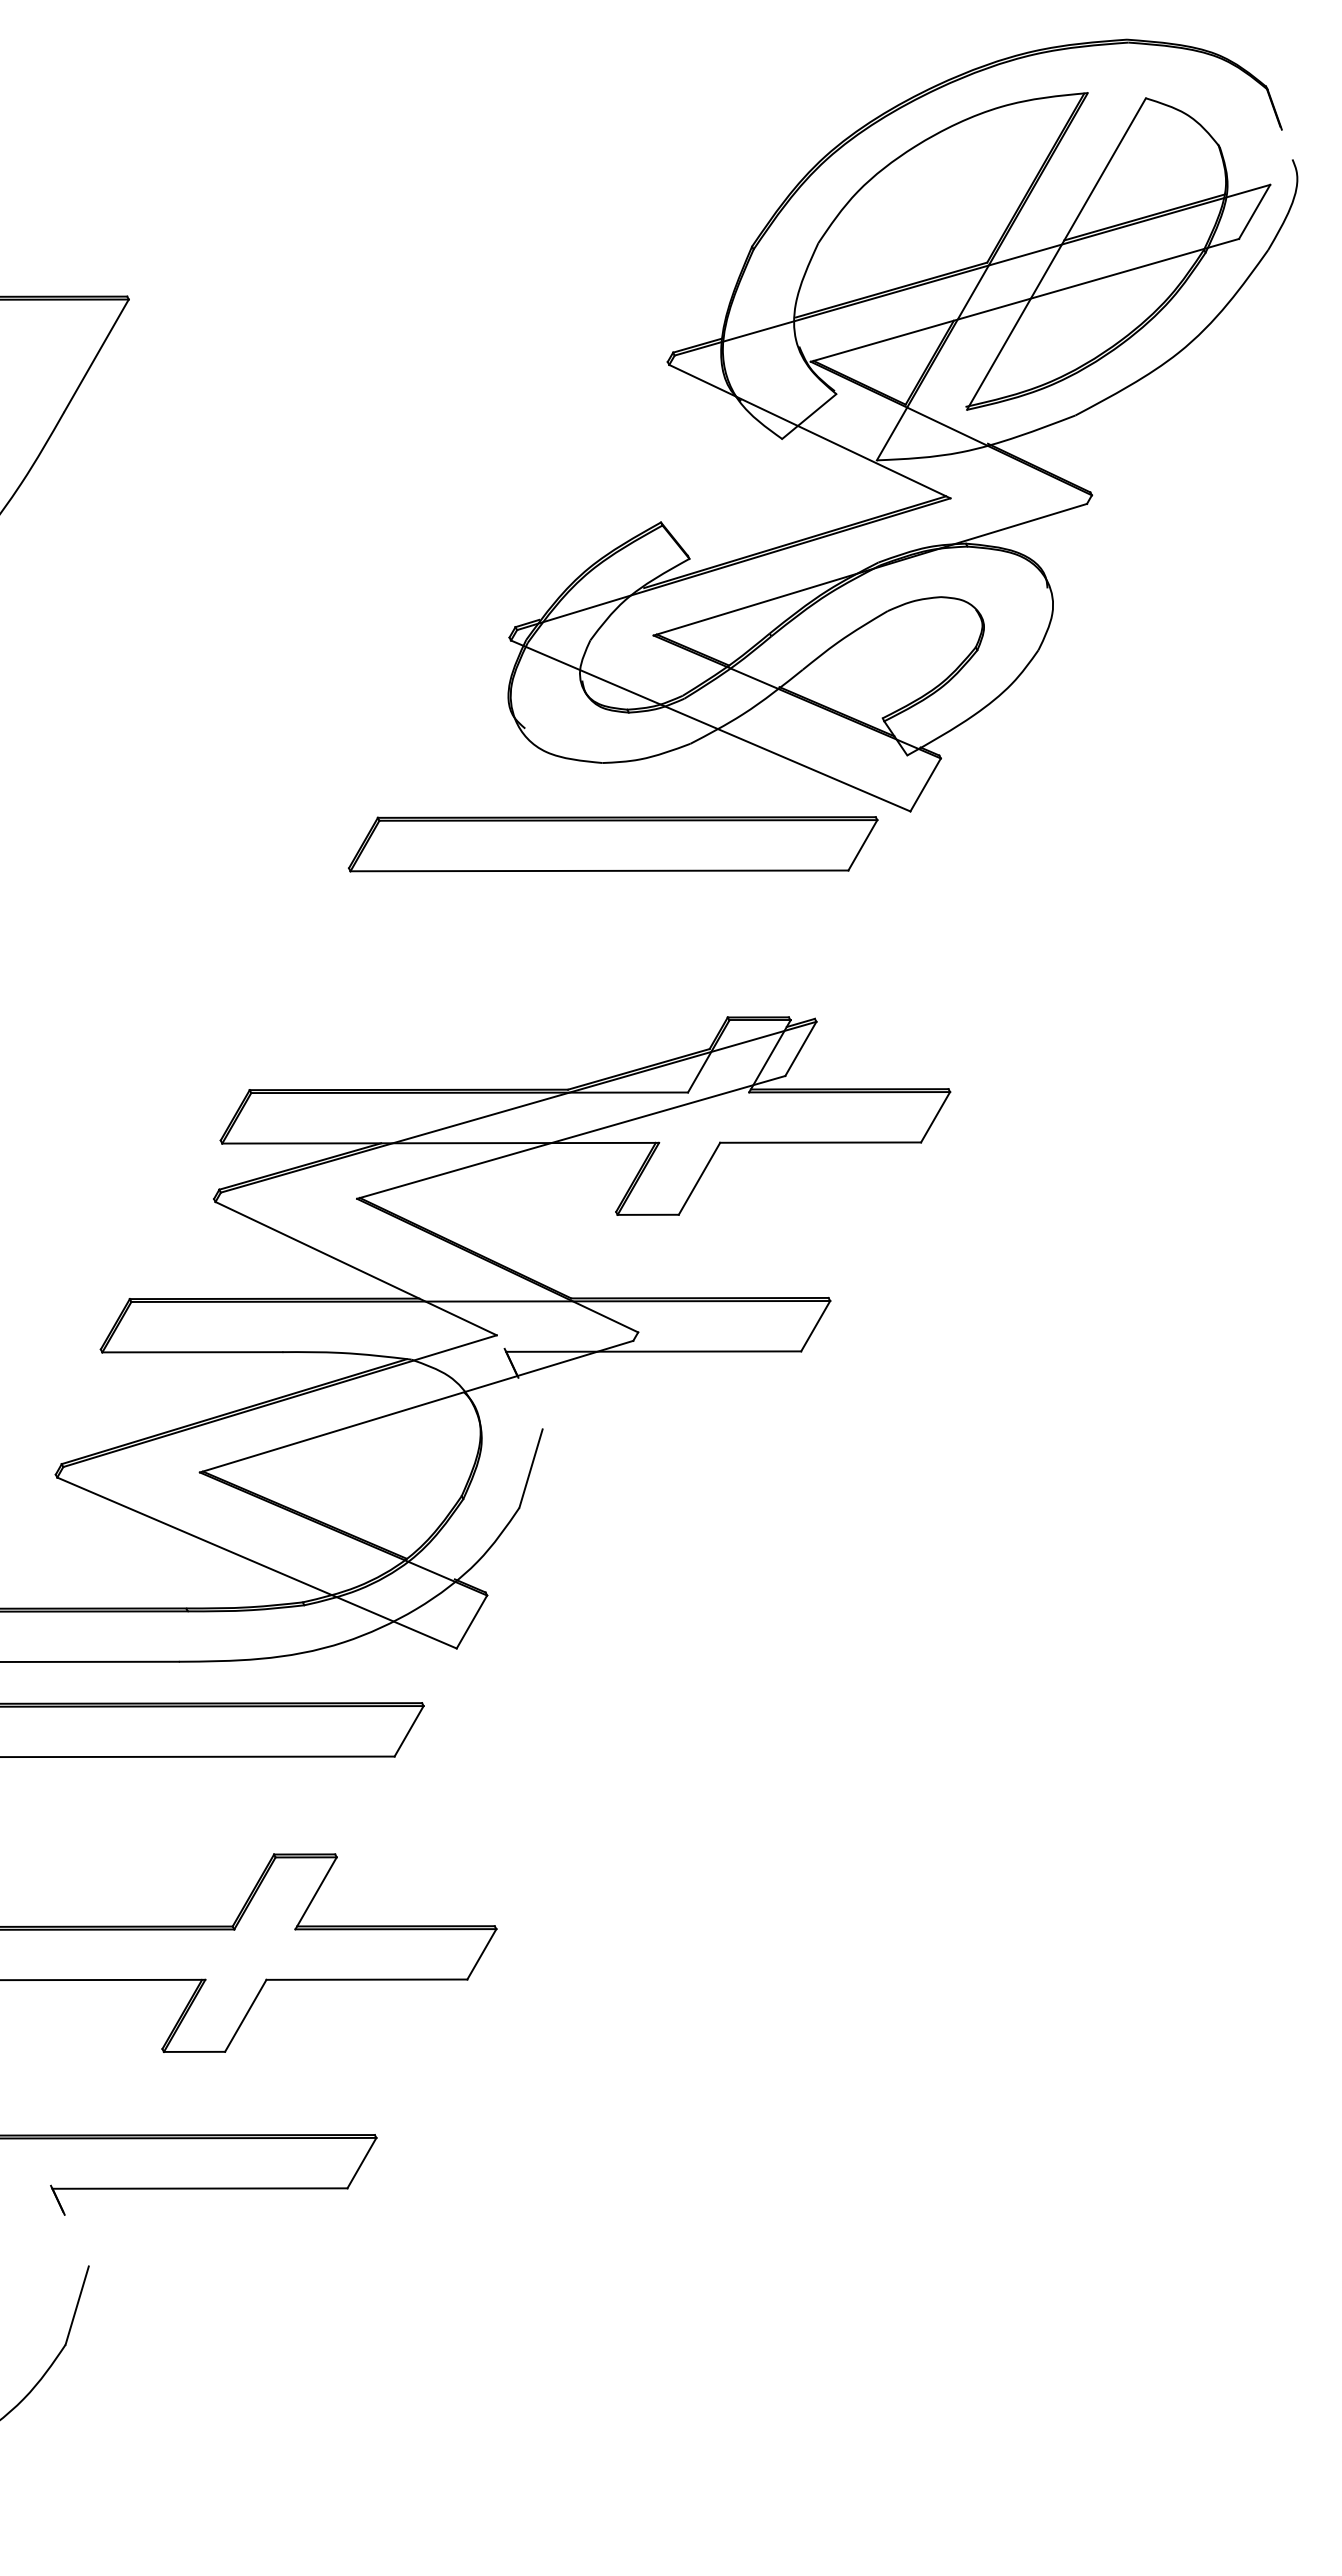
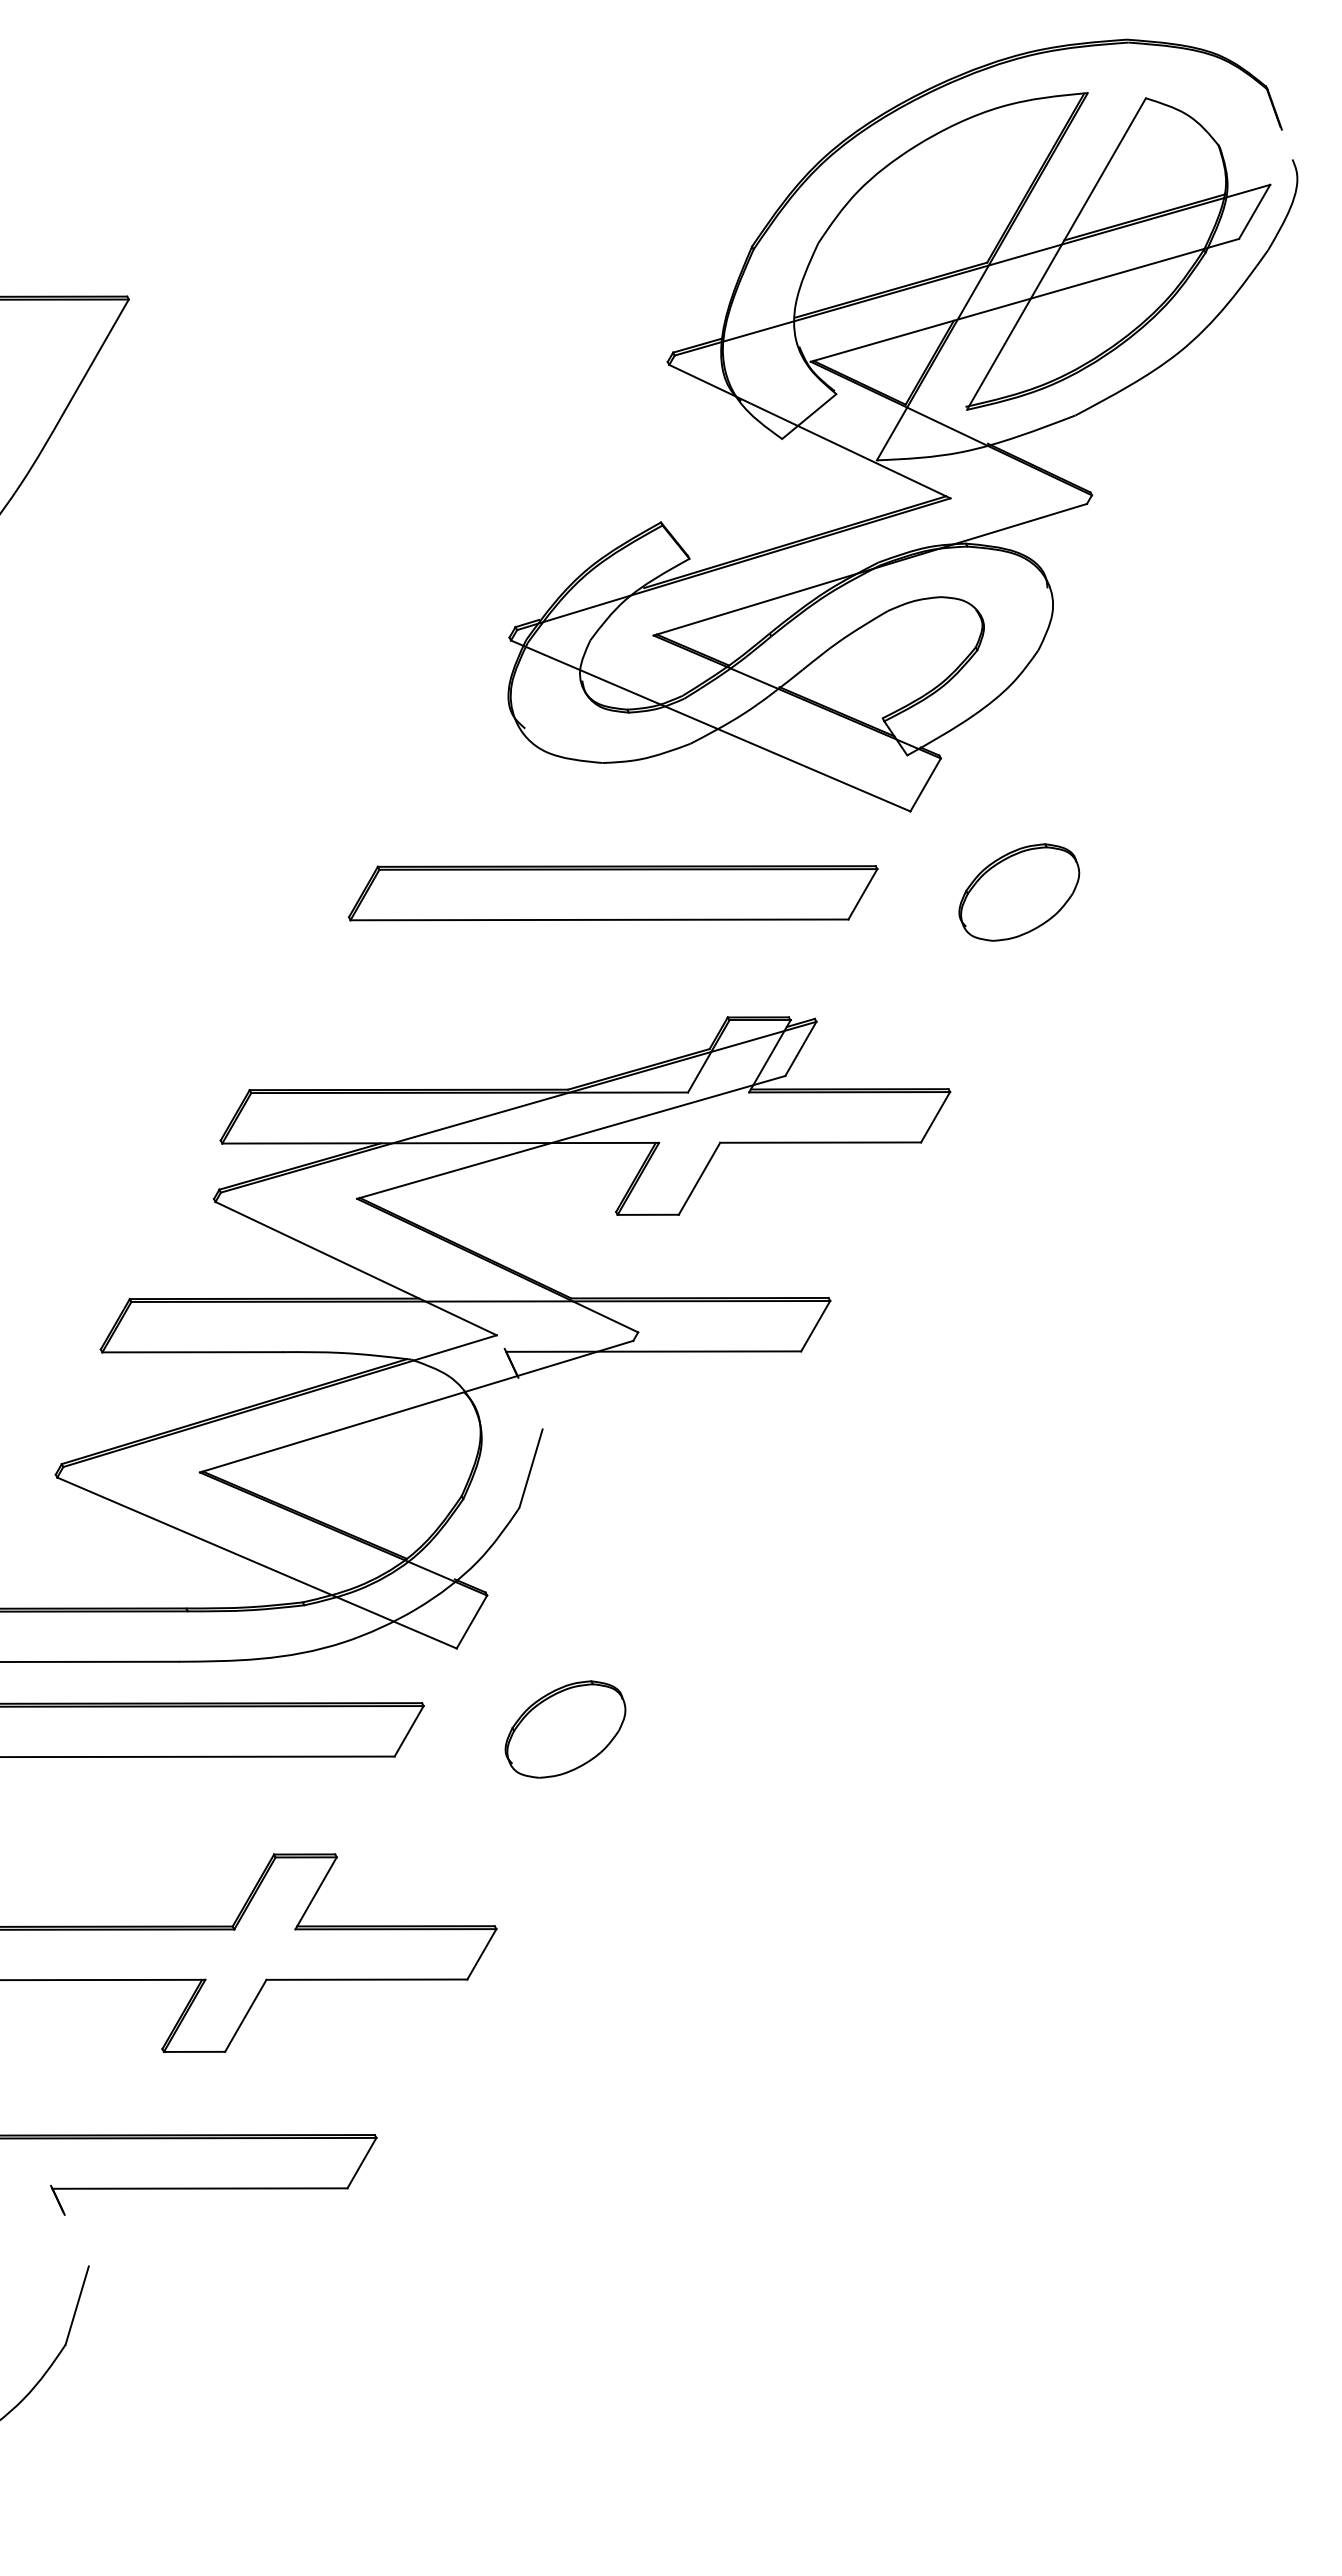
part at (612, 844) position: (612, 844) -> (612, 893)
part at (1019, 892): none -> present
part at (565, 1729): none -> present
